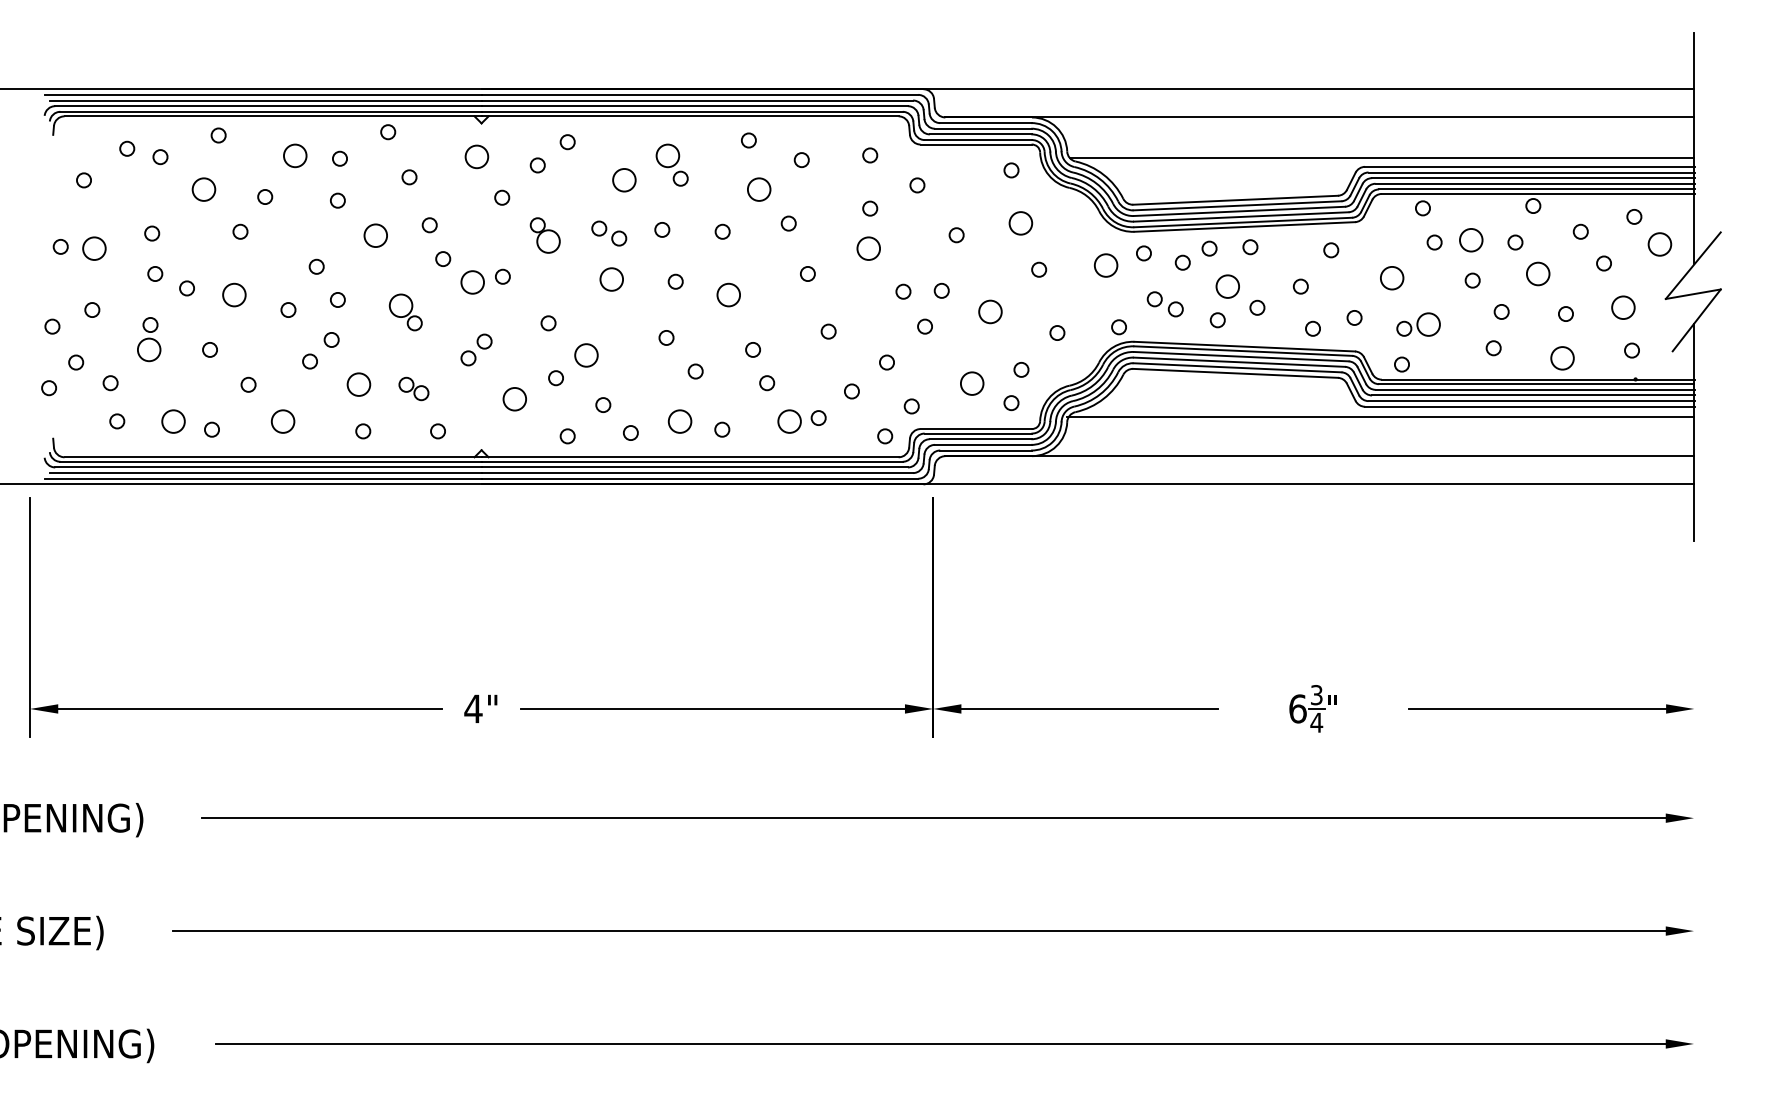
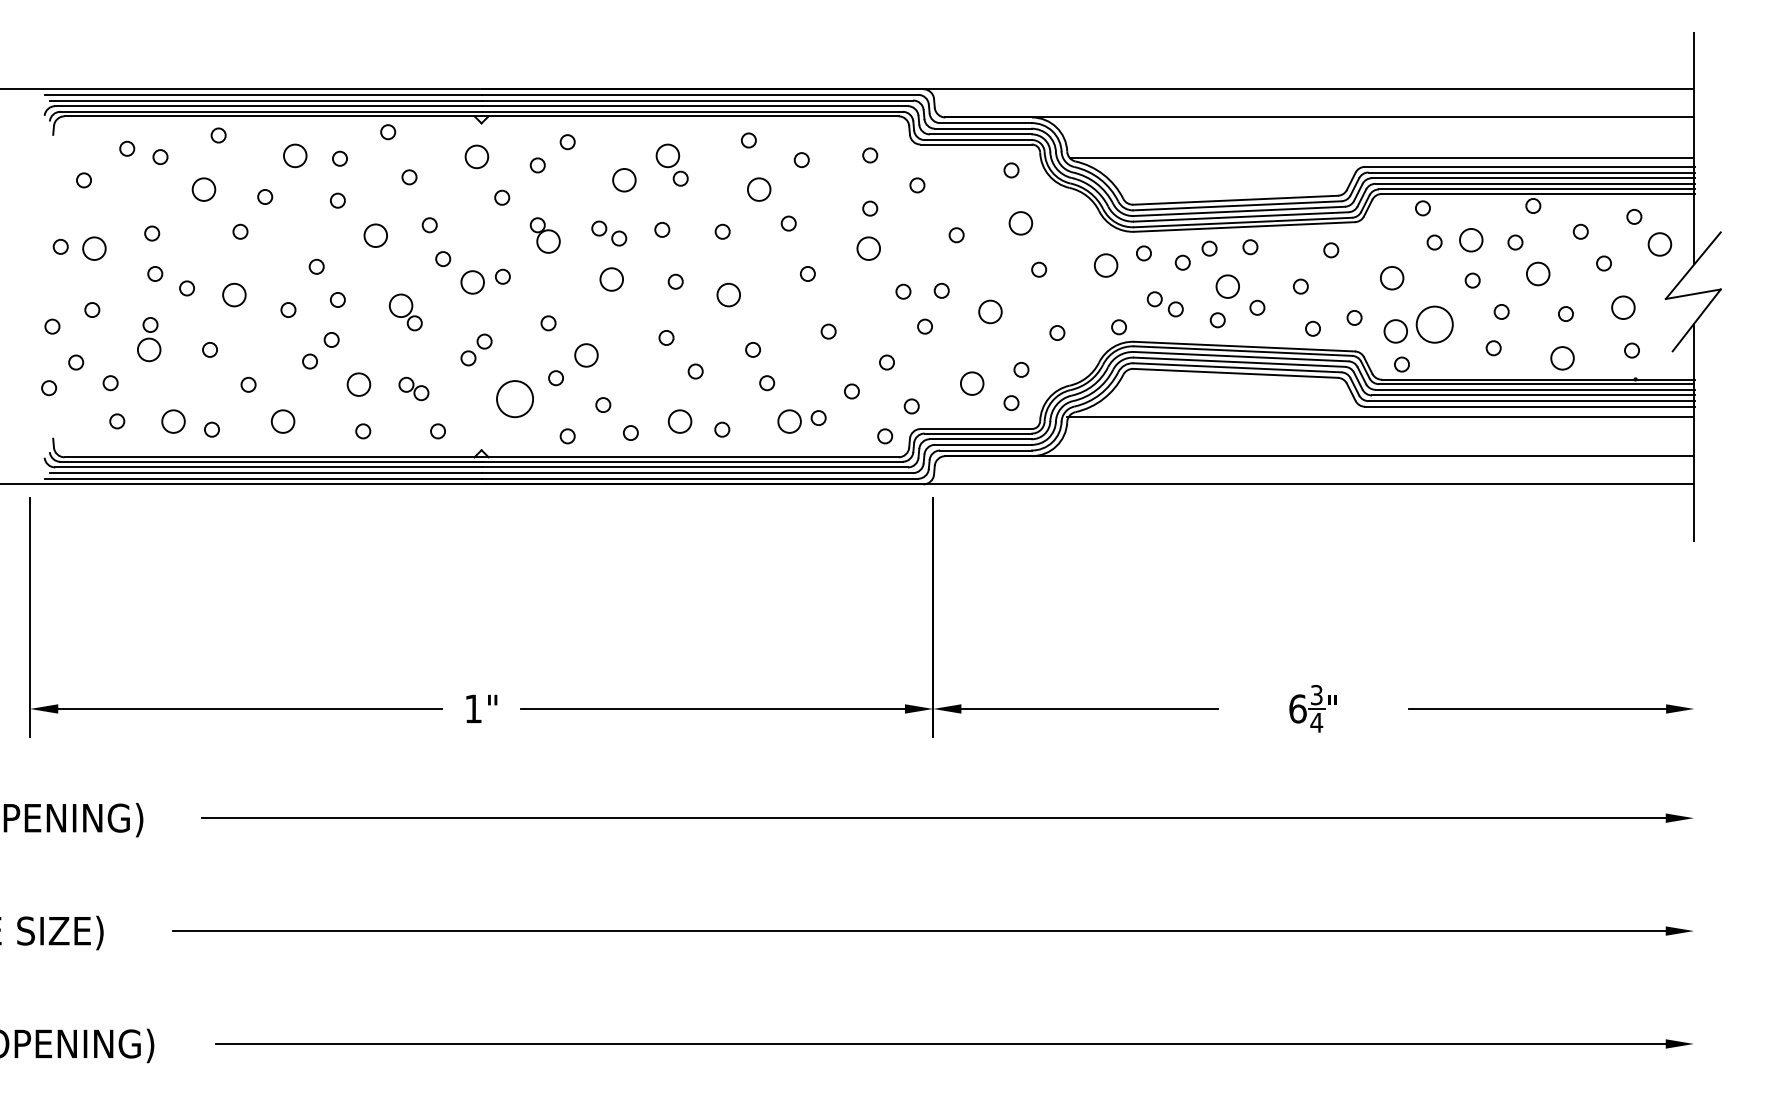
part at (1418, 324) size: 45x25 px -> 71x39 px
circle at (514, 399) size: 25x25 px -> 38x39 px
text at (473, 708): 4" -> 1"
